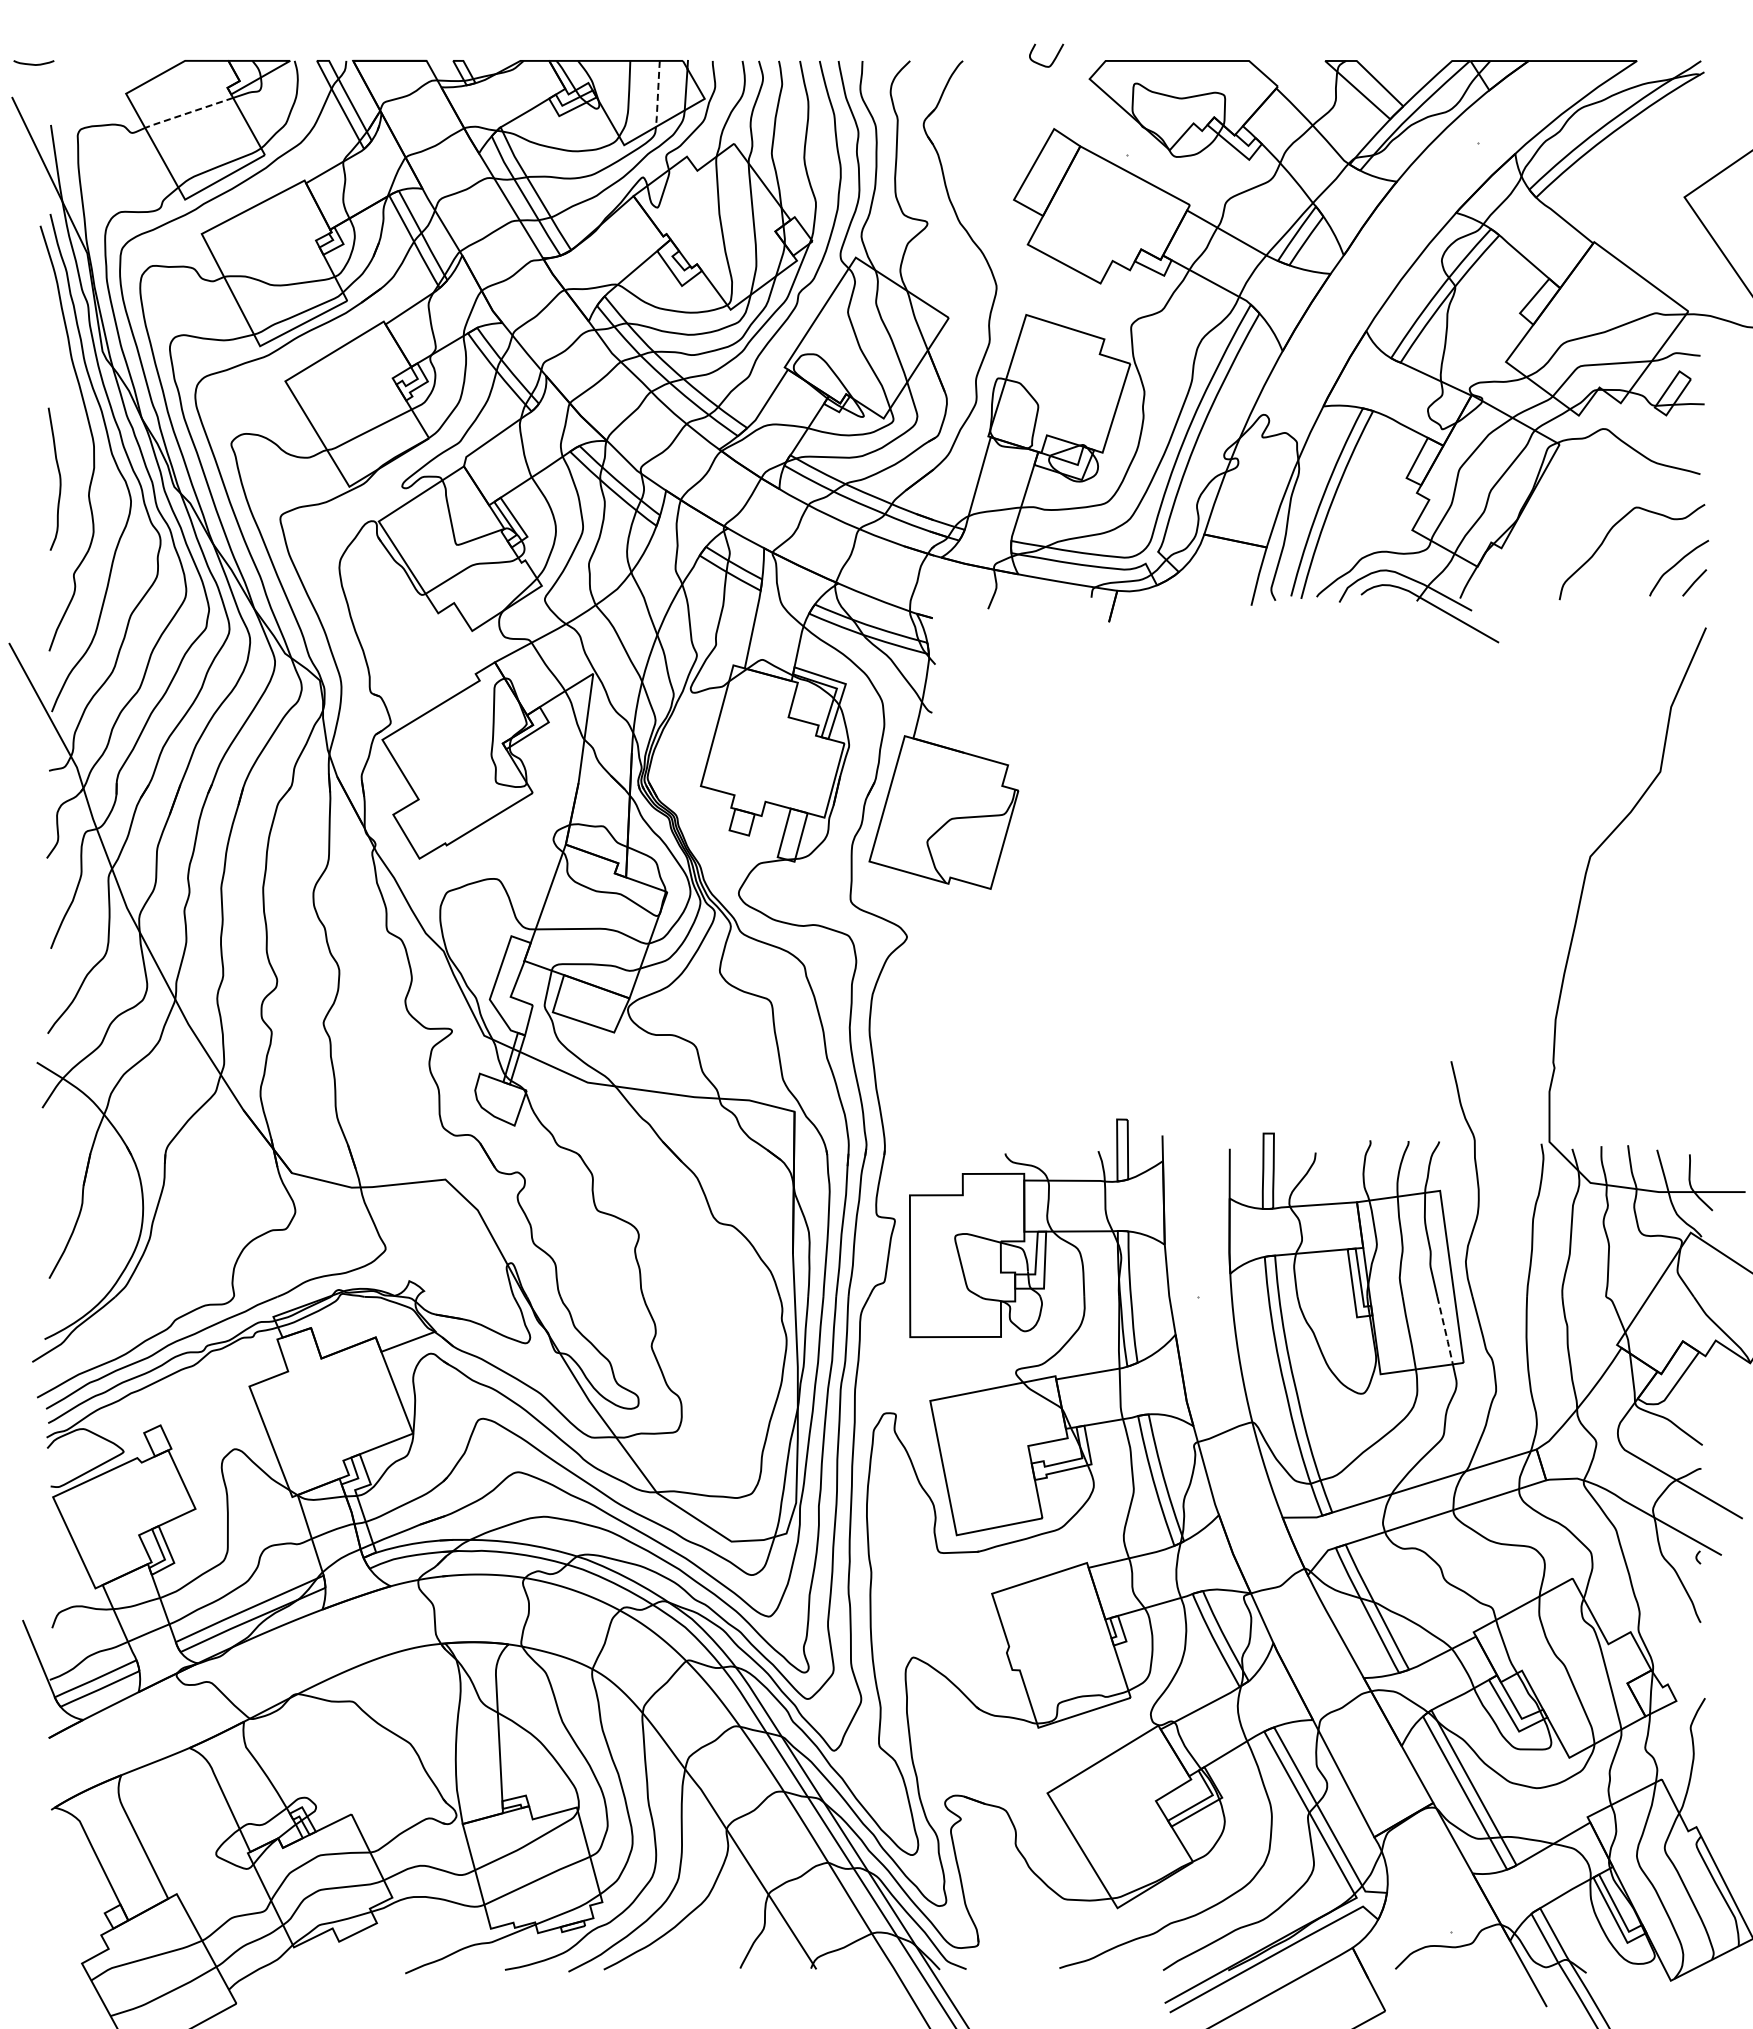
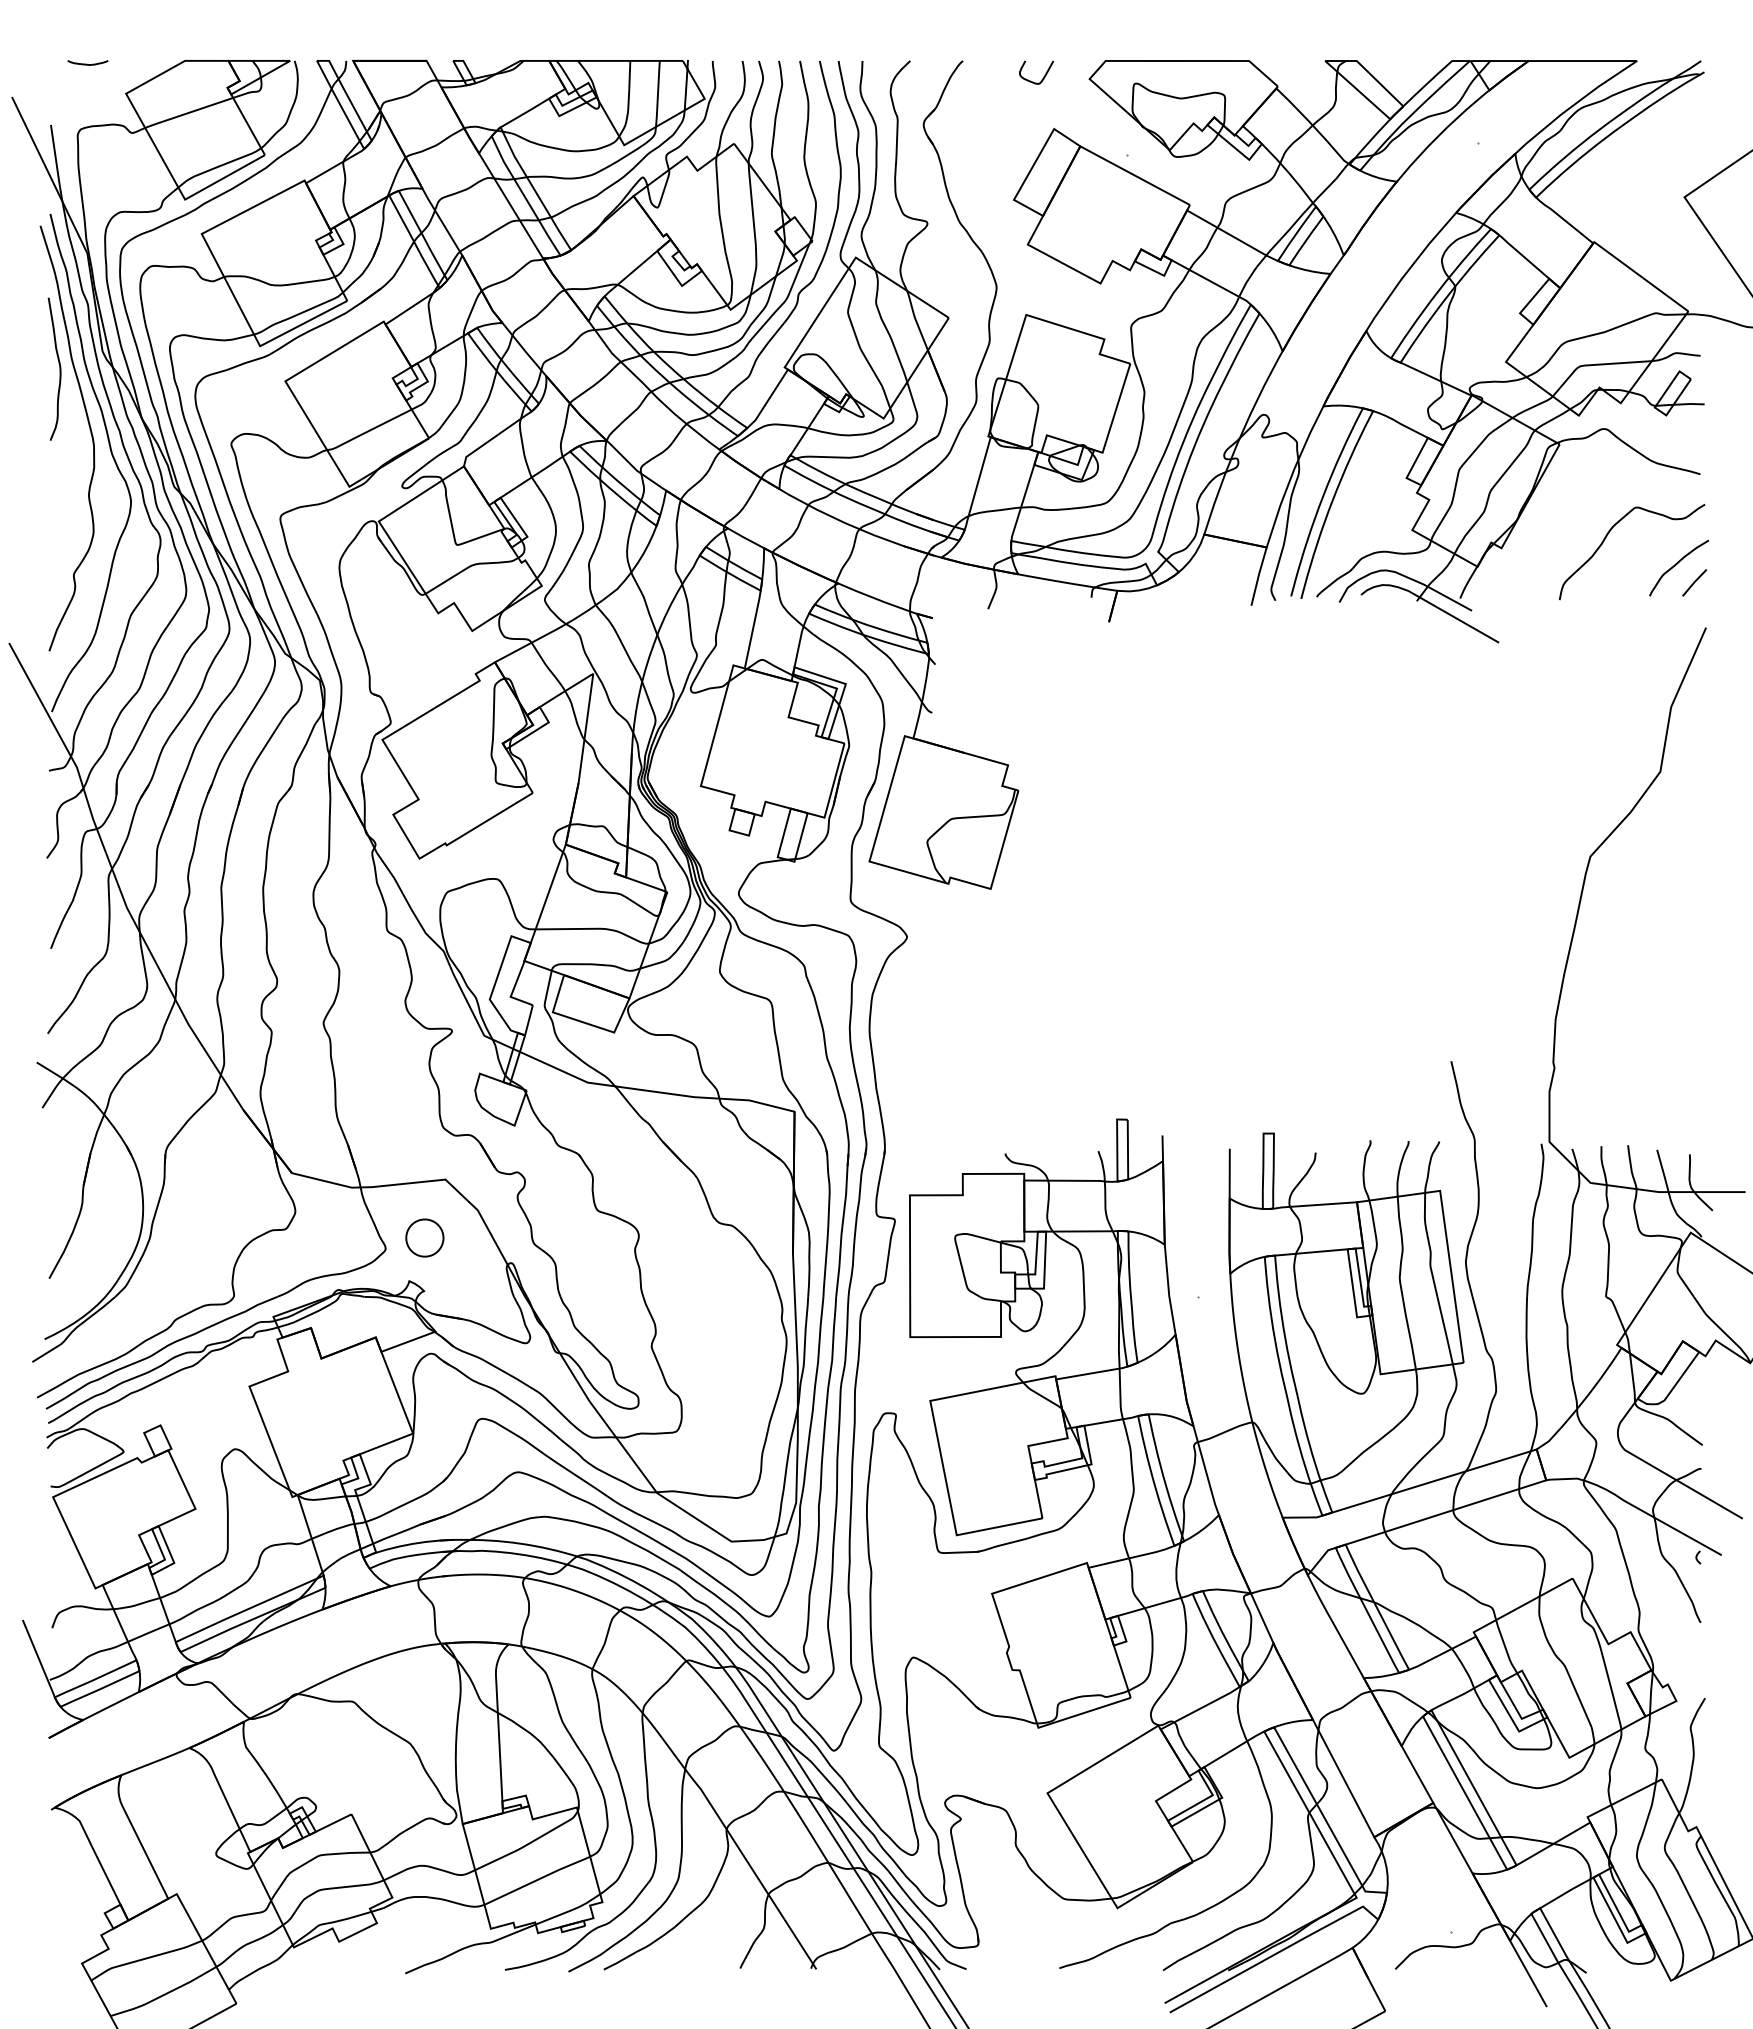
curve at (1053, 59) position: (1053, 59) -> (1043, 76)
curve at (33, 63) position: (33, 63) -> (87, 63)
line at (658, 94): dashed -> solid
line at (187, 113): dashed -> solid
curve at (59, 478) position: (59, 478) -> (59, 368)
part at (424, 1237): none -> present
line at (1445, 1331): dashed -> solid
